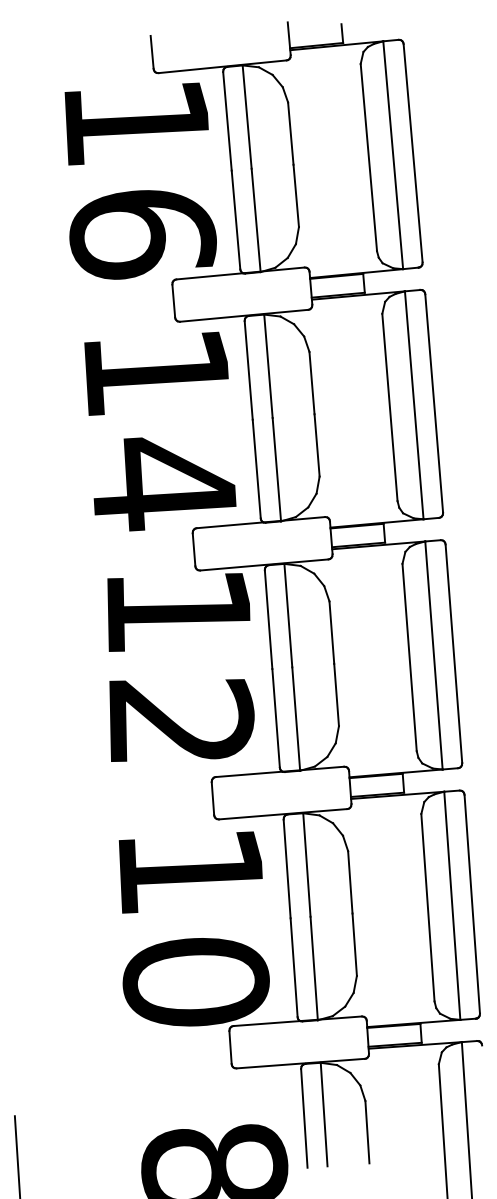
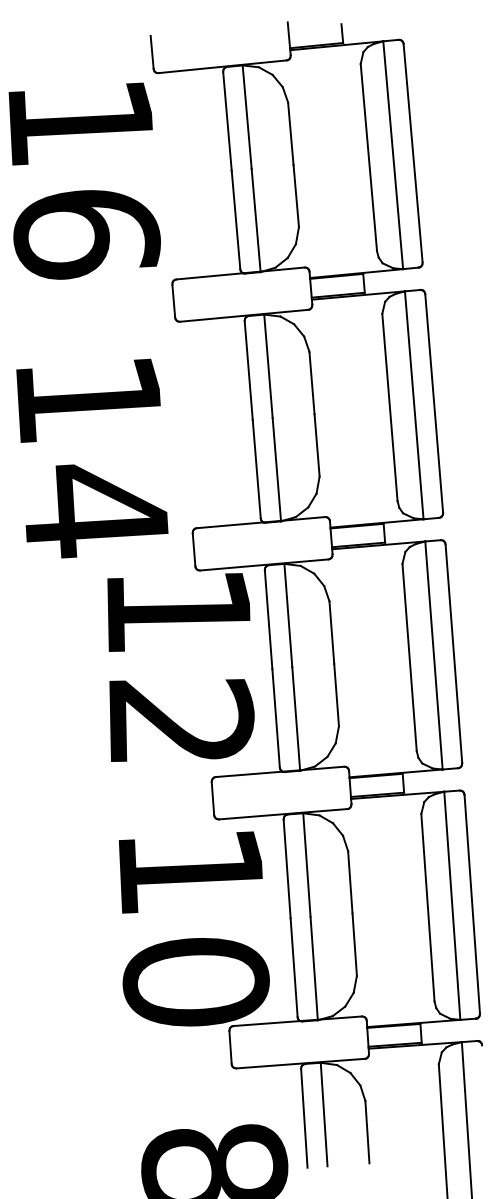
text at (140, 180) position: (140, 180) -> (84, 180)
text at (160, 431) position: (160, 431) -> (92, 458)
line at (16, 1155): present -> none
